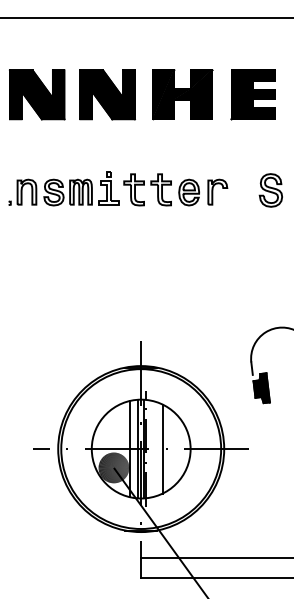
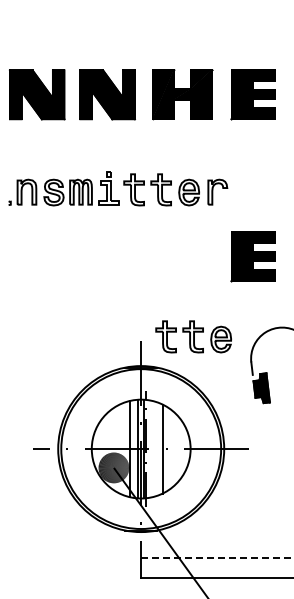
line at (146, 17): present -> none
part at (270, 190): present -> none
part at (252, 256): none -> present
part at (193, 336): none -> present
line at (217, 558): solid -> dashed
